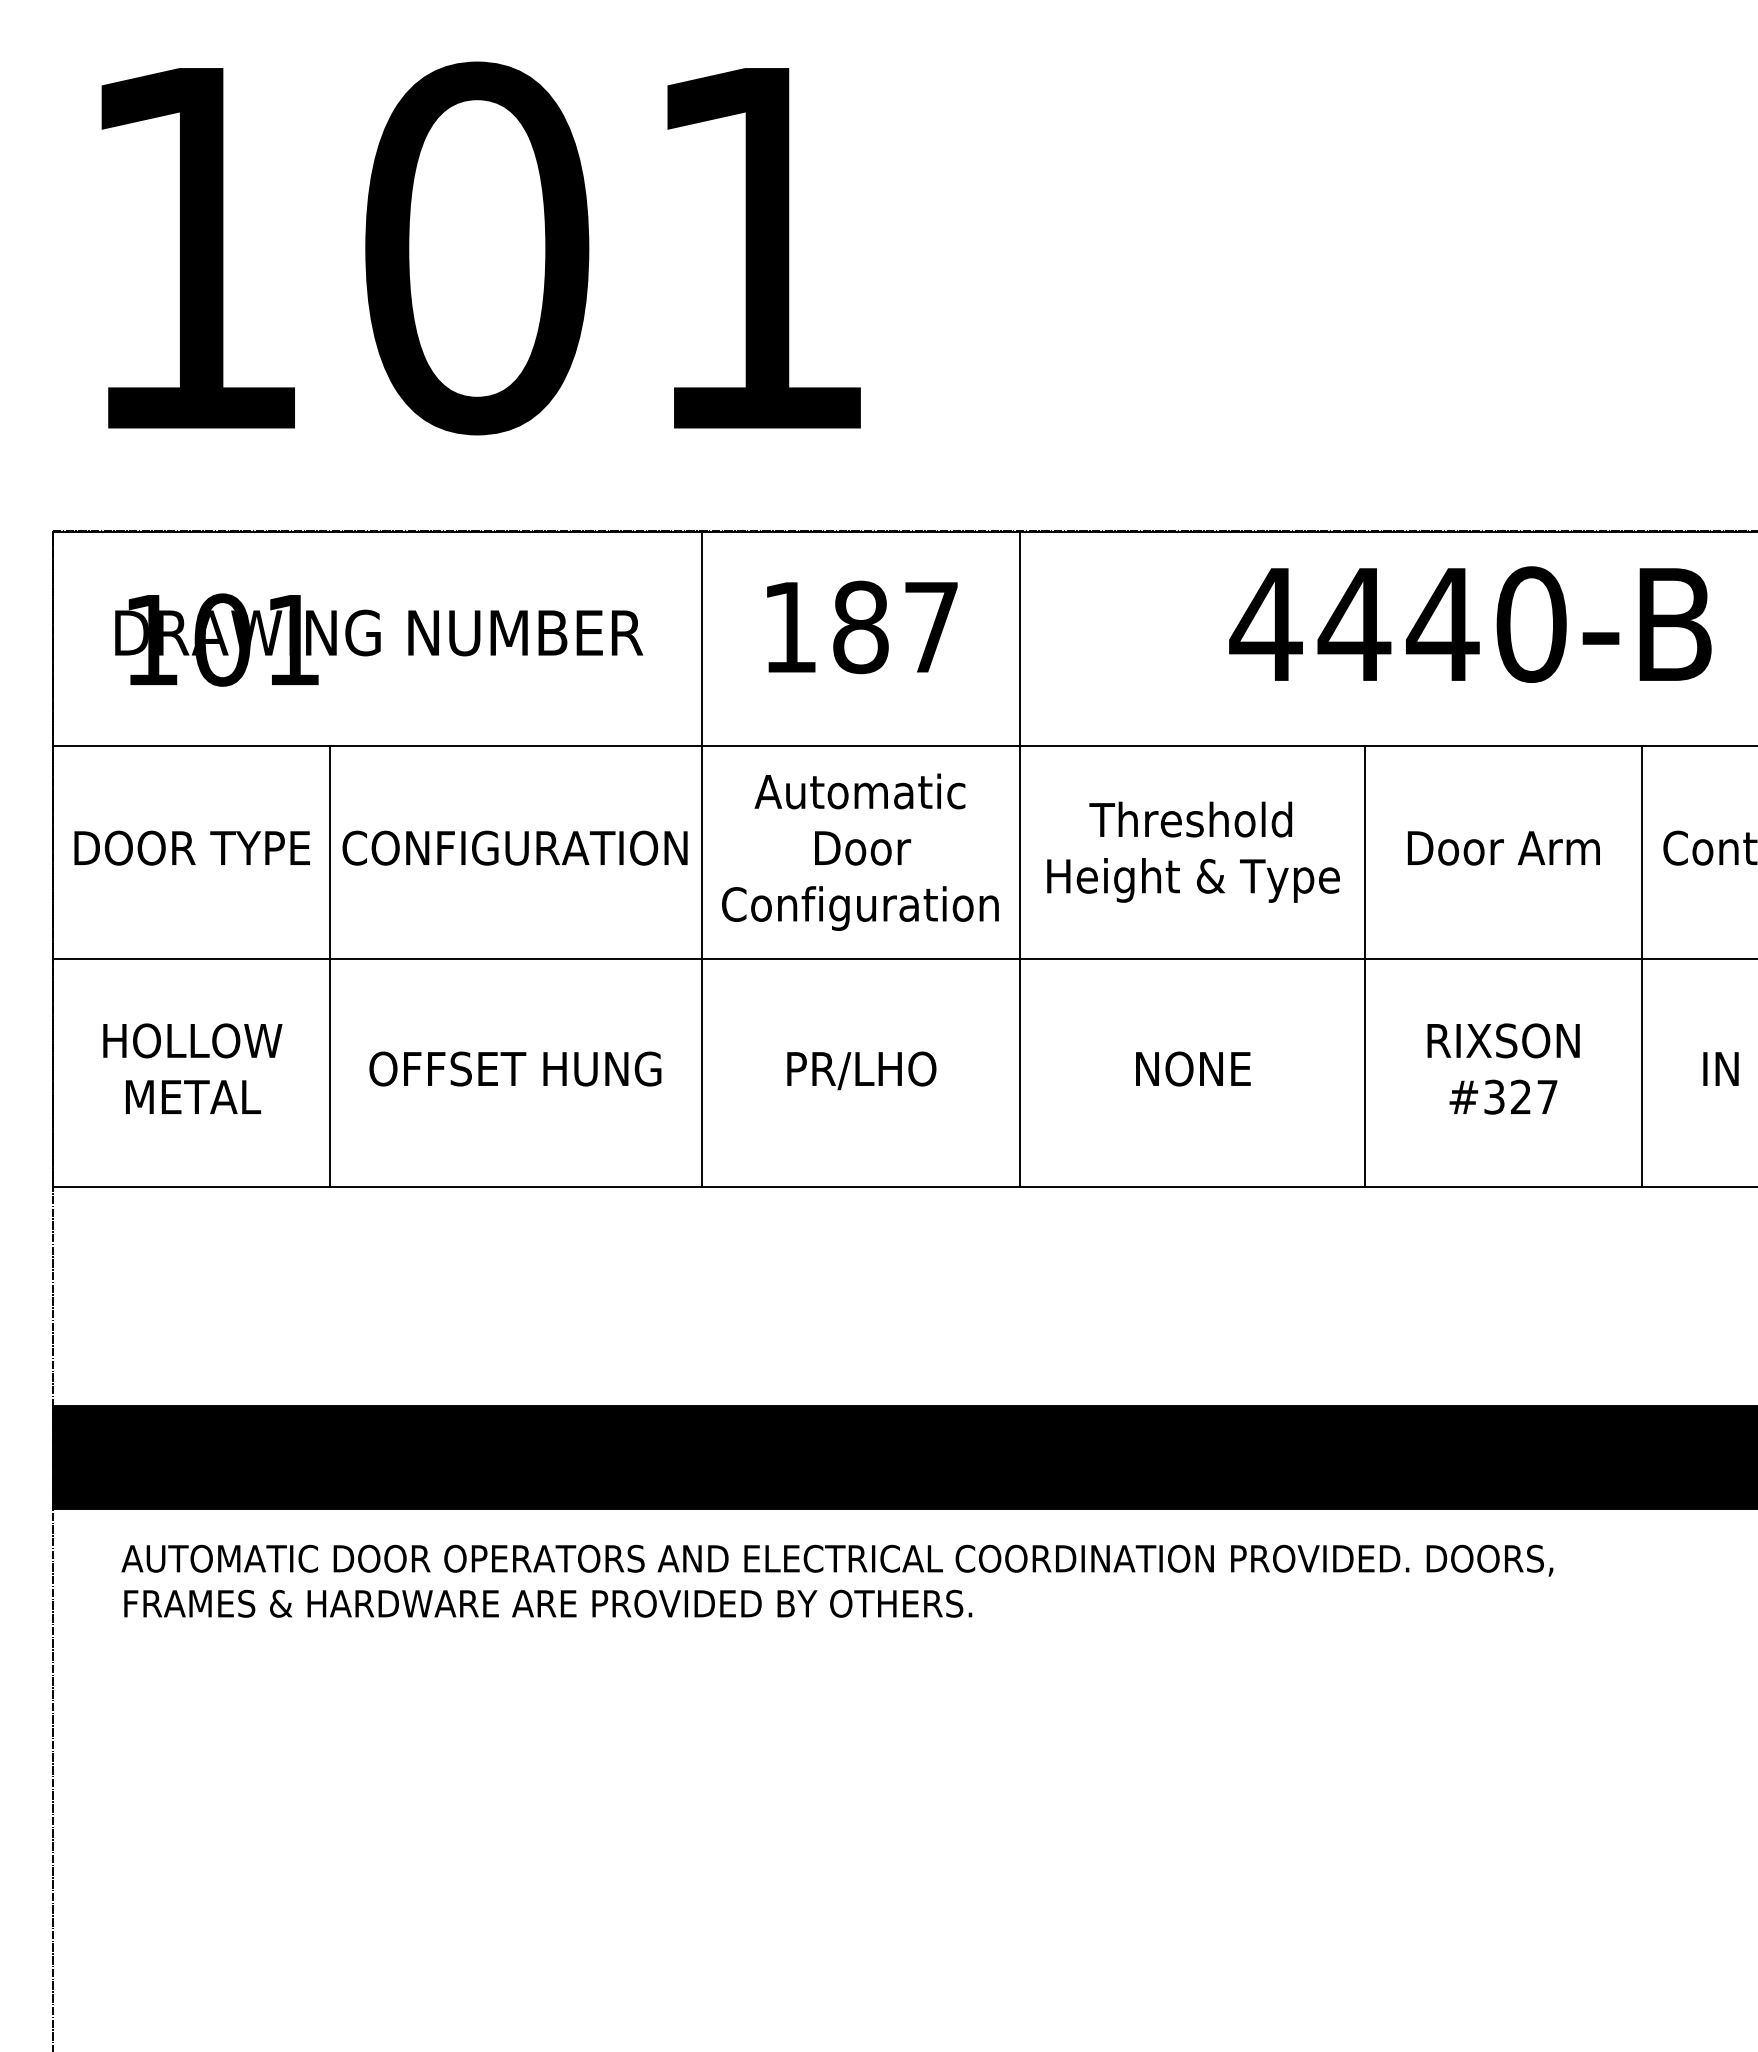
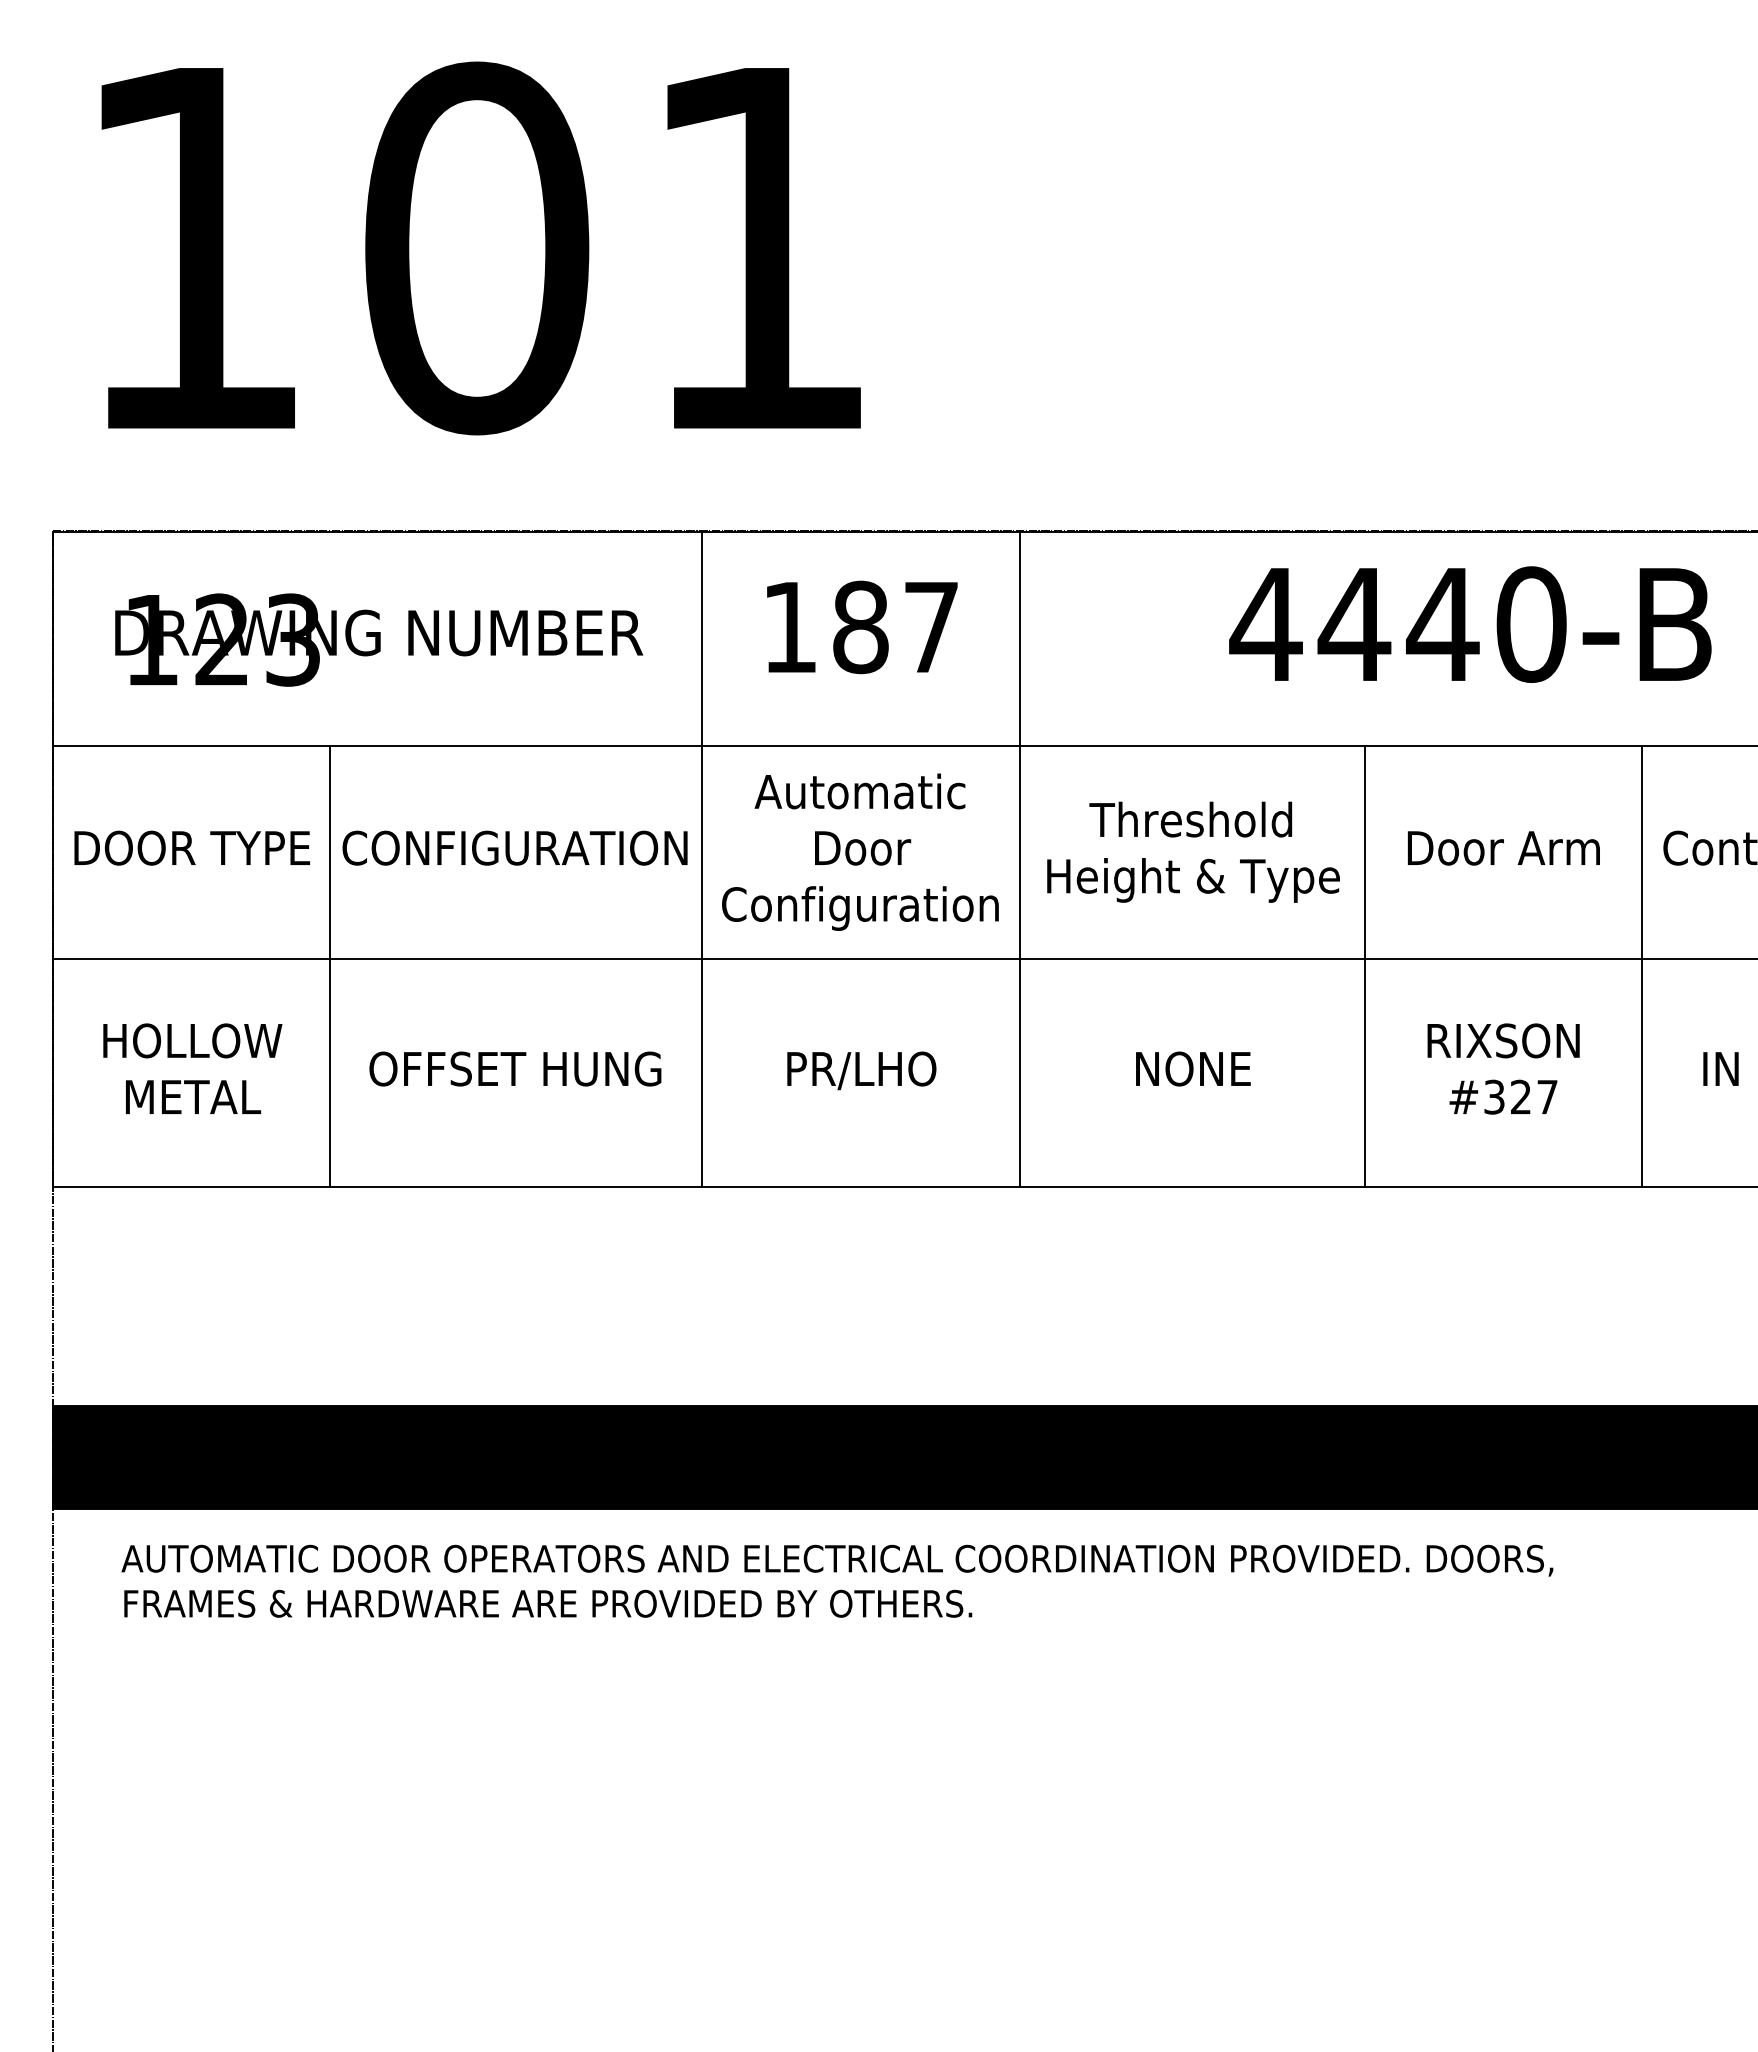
text at (256, 639): 101 -> 123
